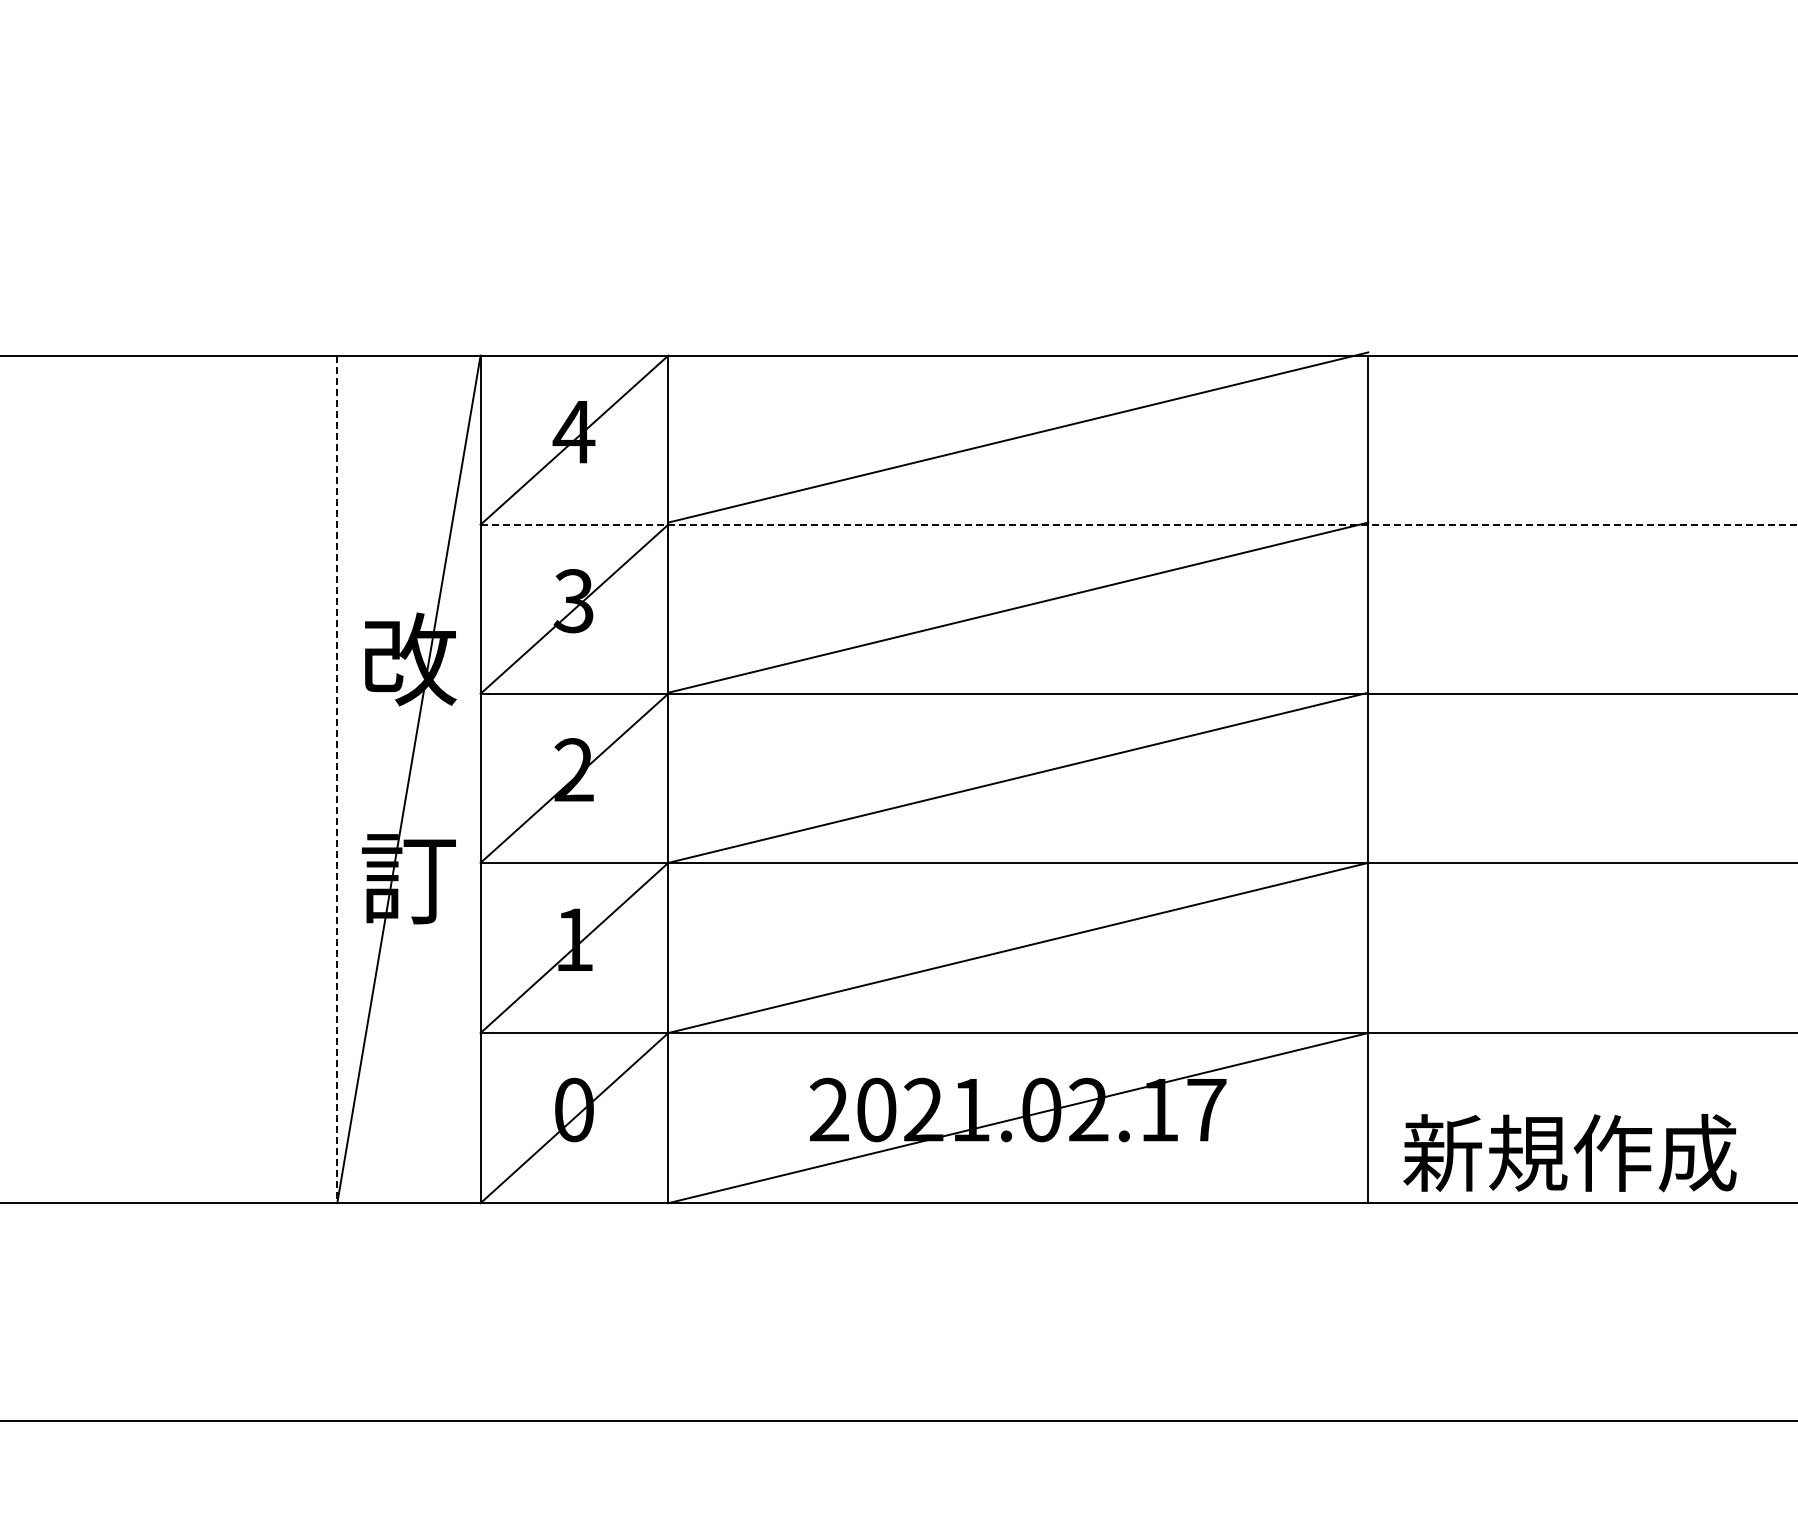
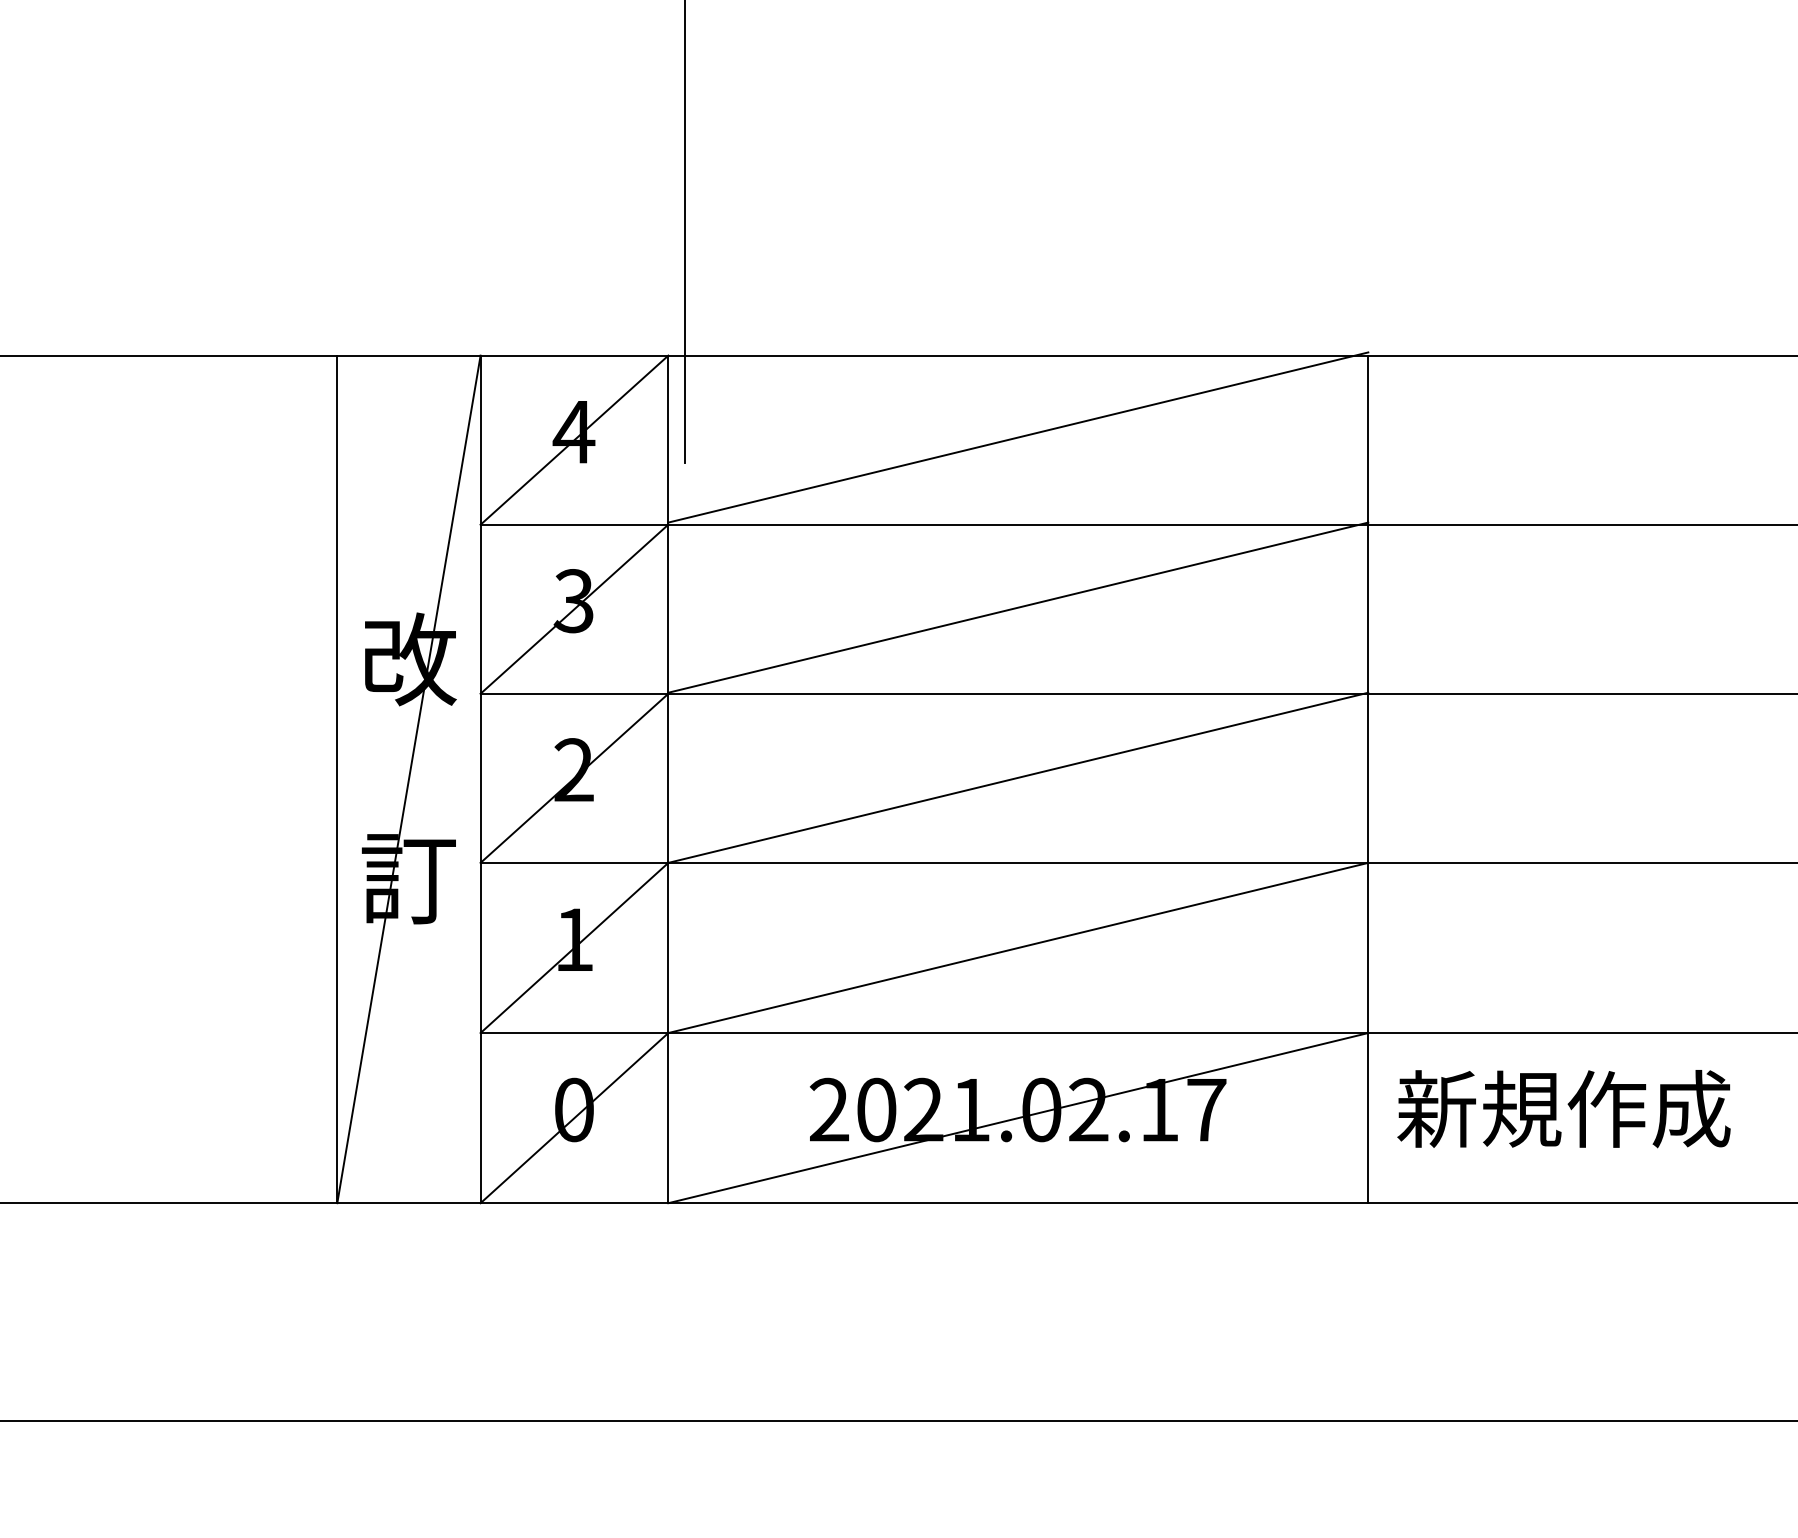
line at (684, 232): none -> present
line at (1139, 524): dashed -> solid
line at (337, 779): dashed -> solid
text at (1569, 1153) position: (1569, 1153) -> (1563, 1109)
